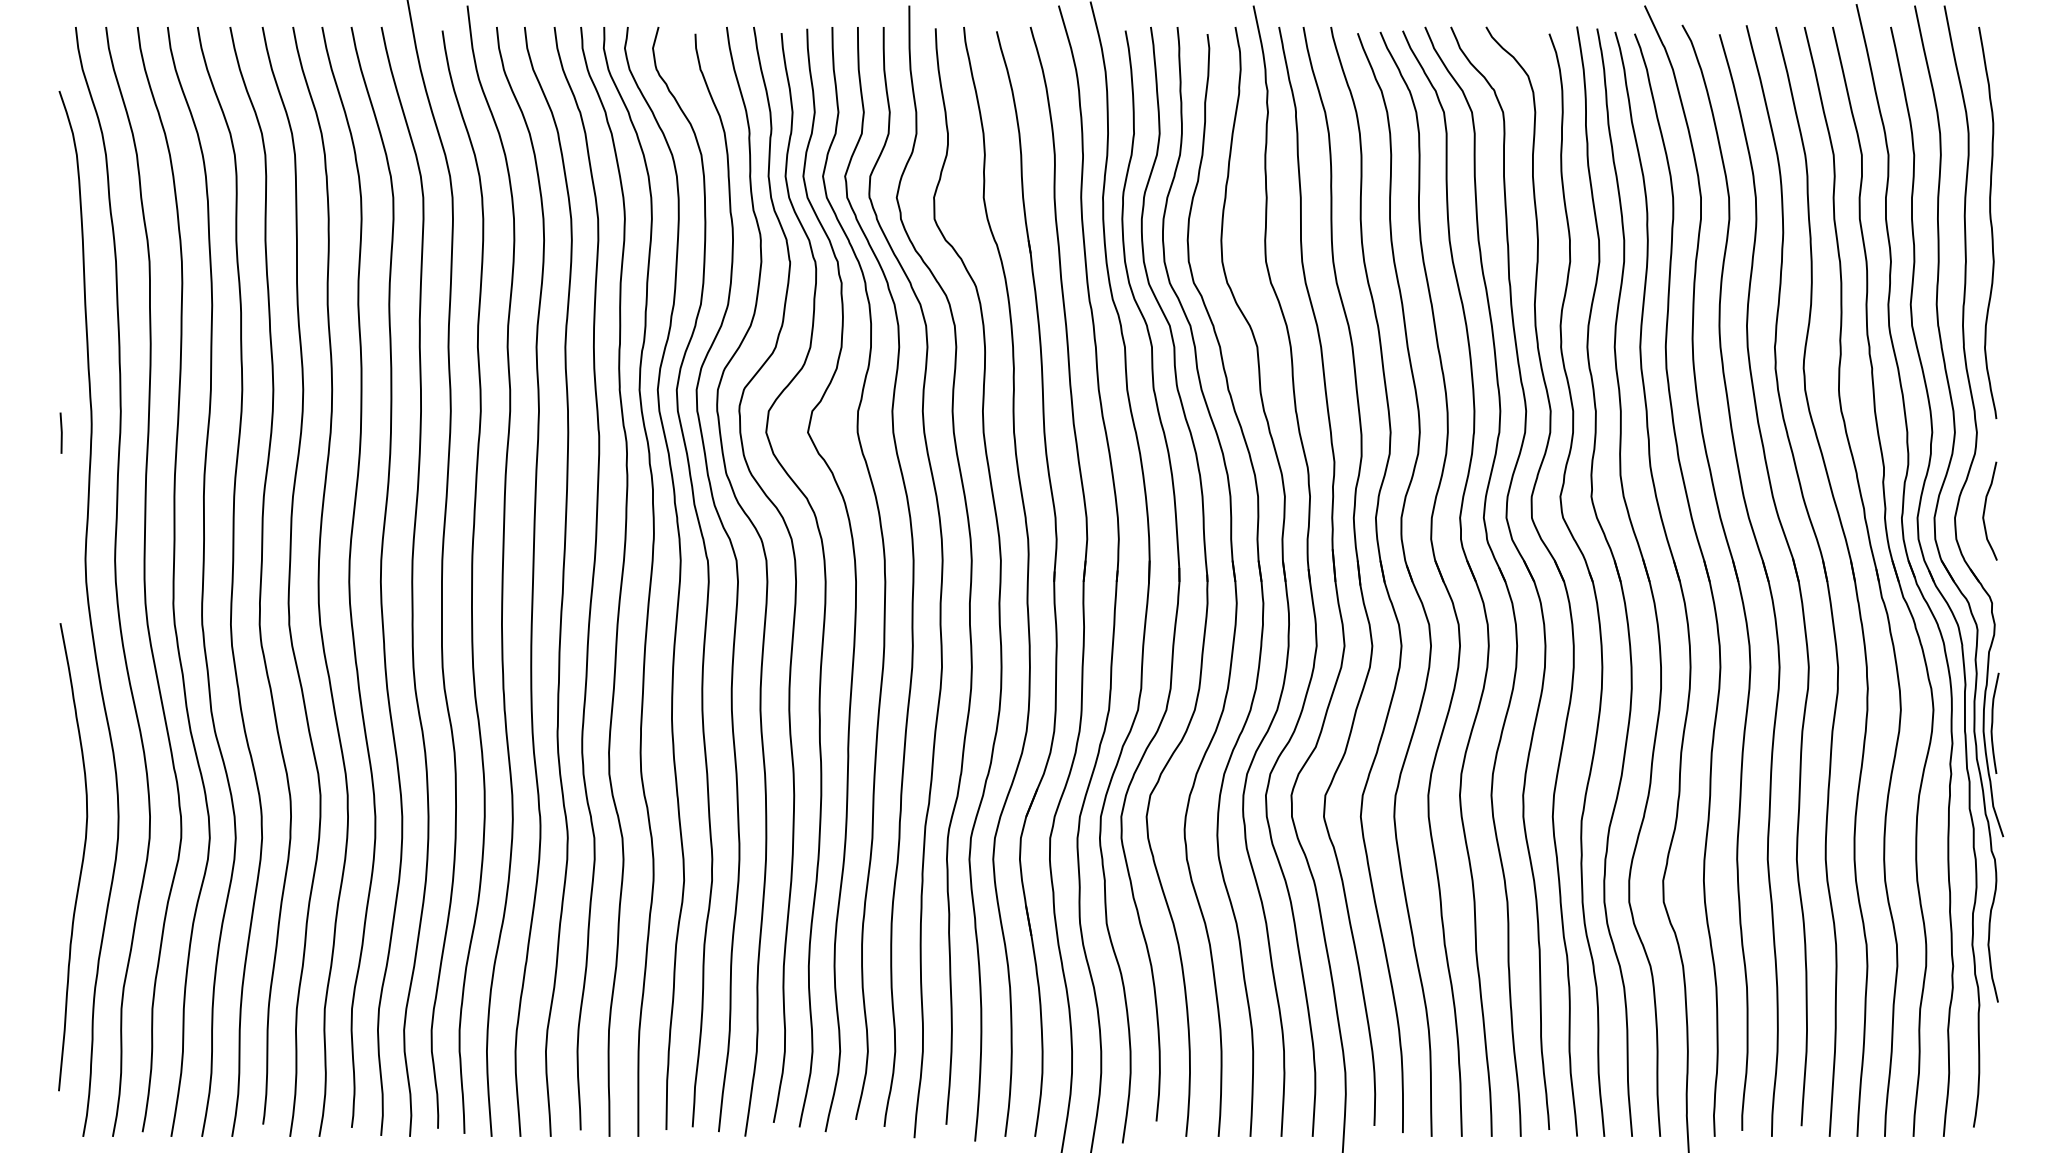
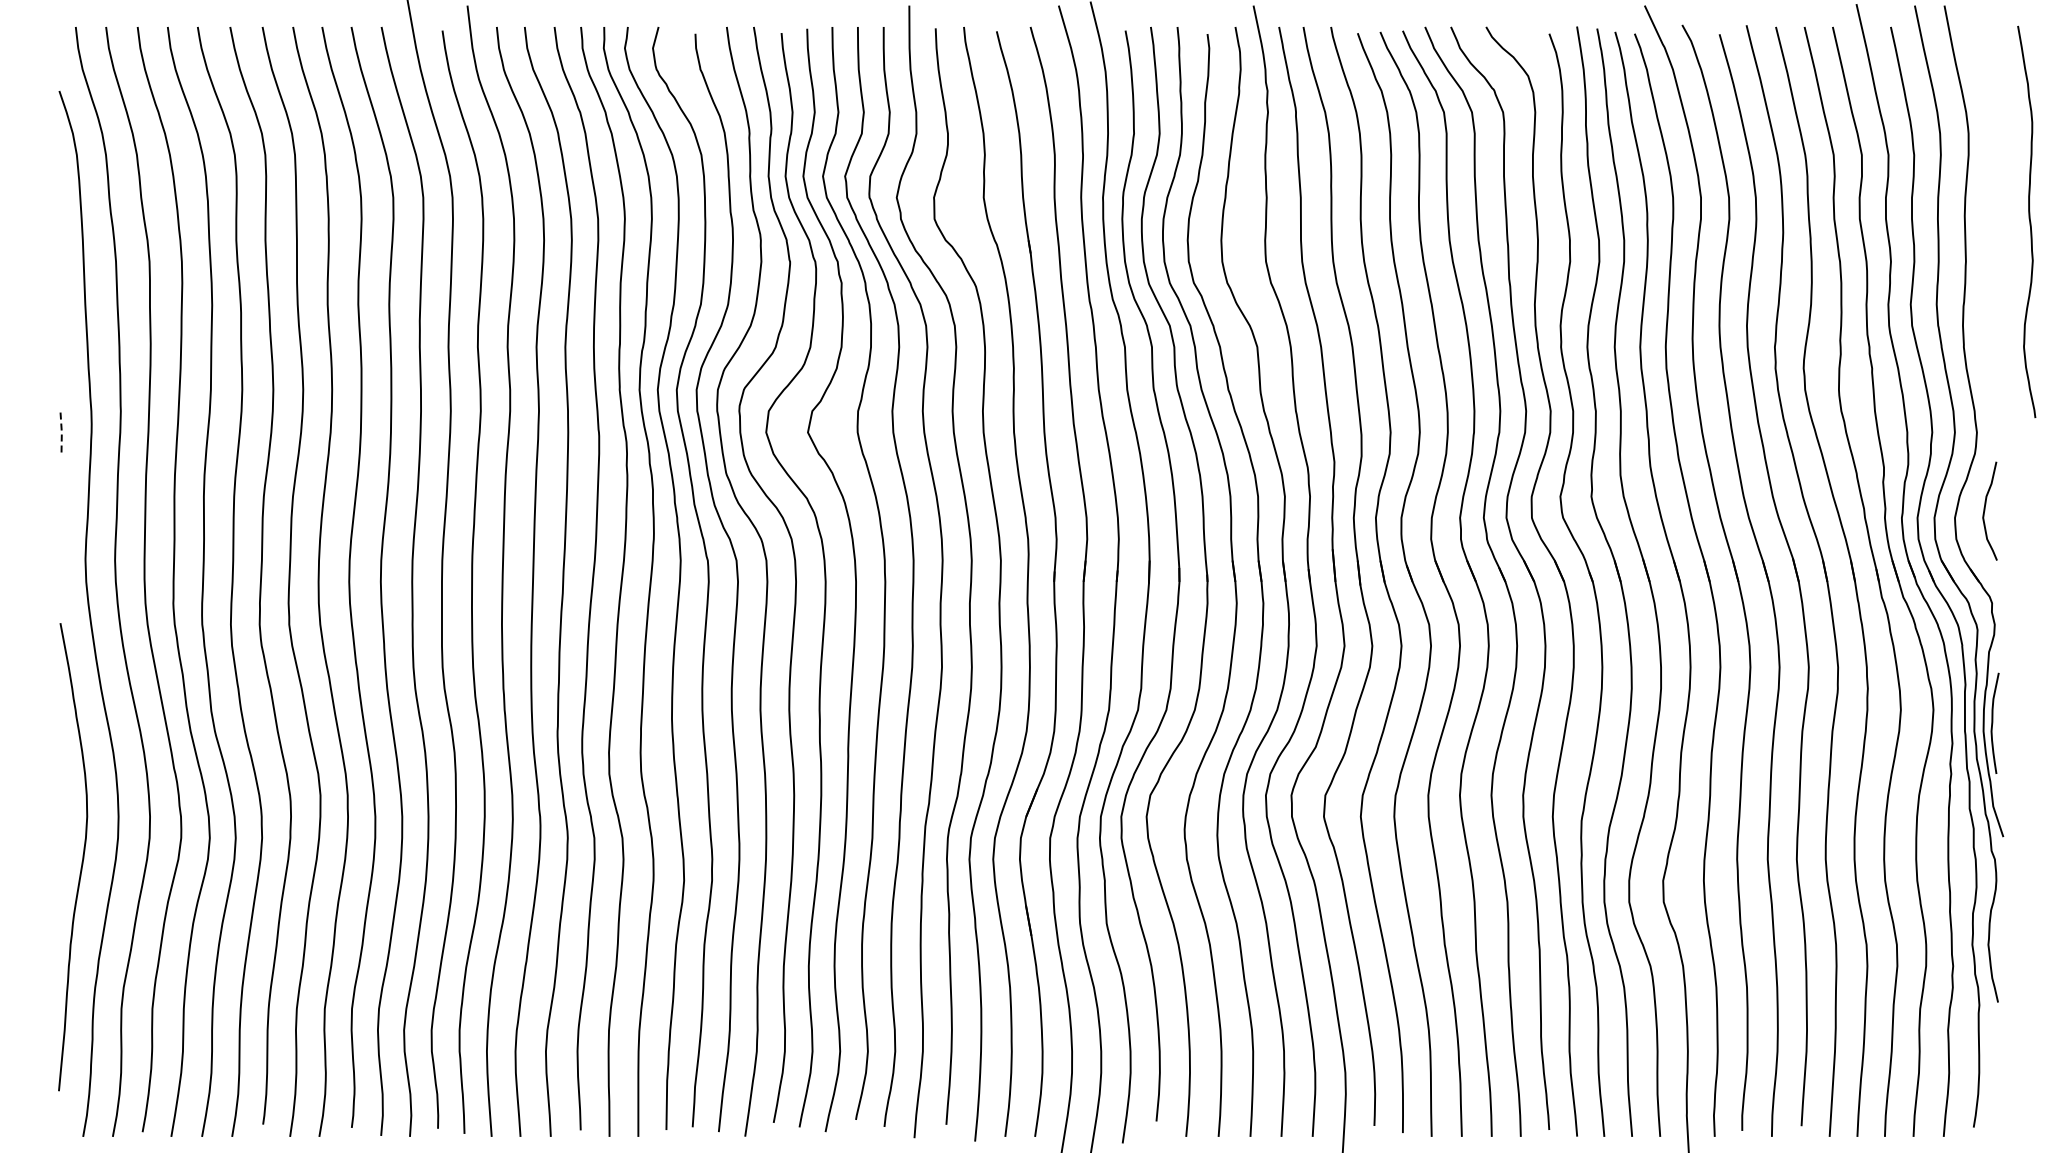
curve at (1990, 222) position: (1990, 222) -> (2029, 221)
line at (61, 433): solid -> dashed
